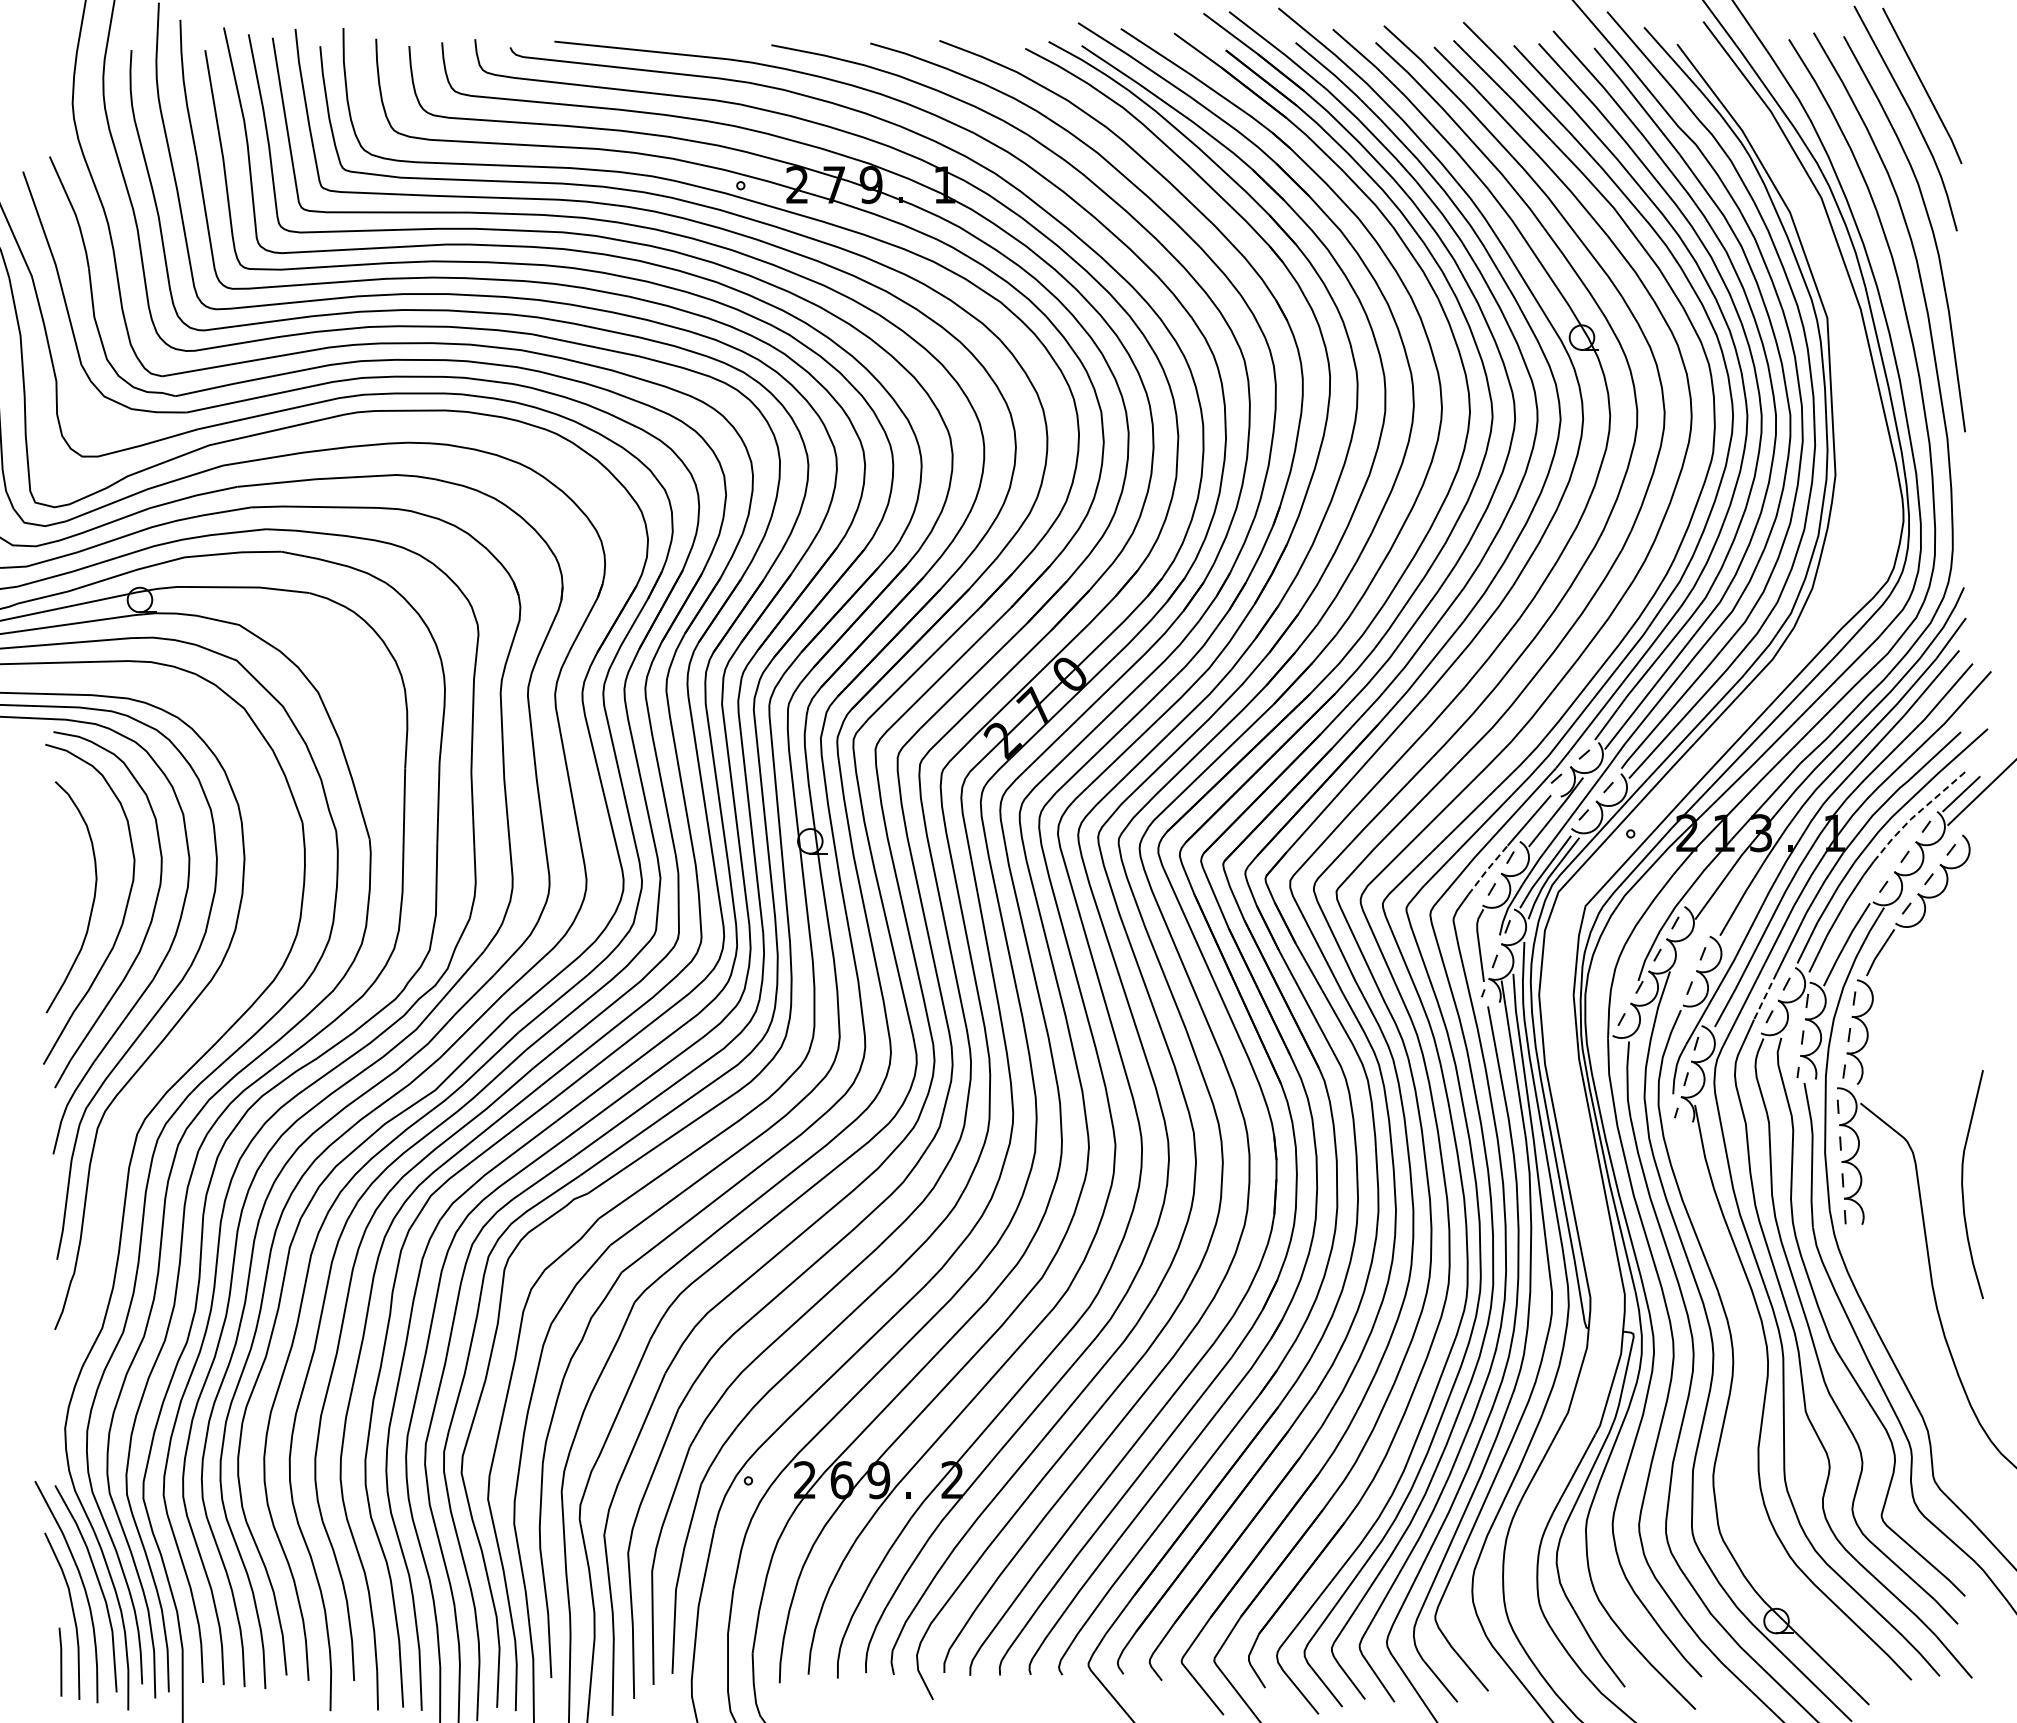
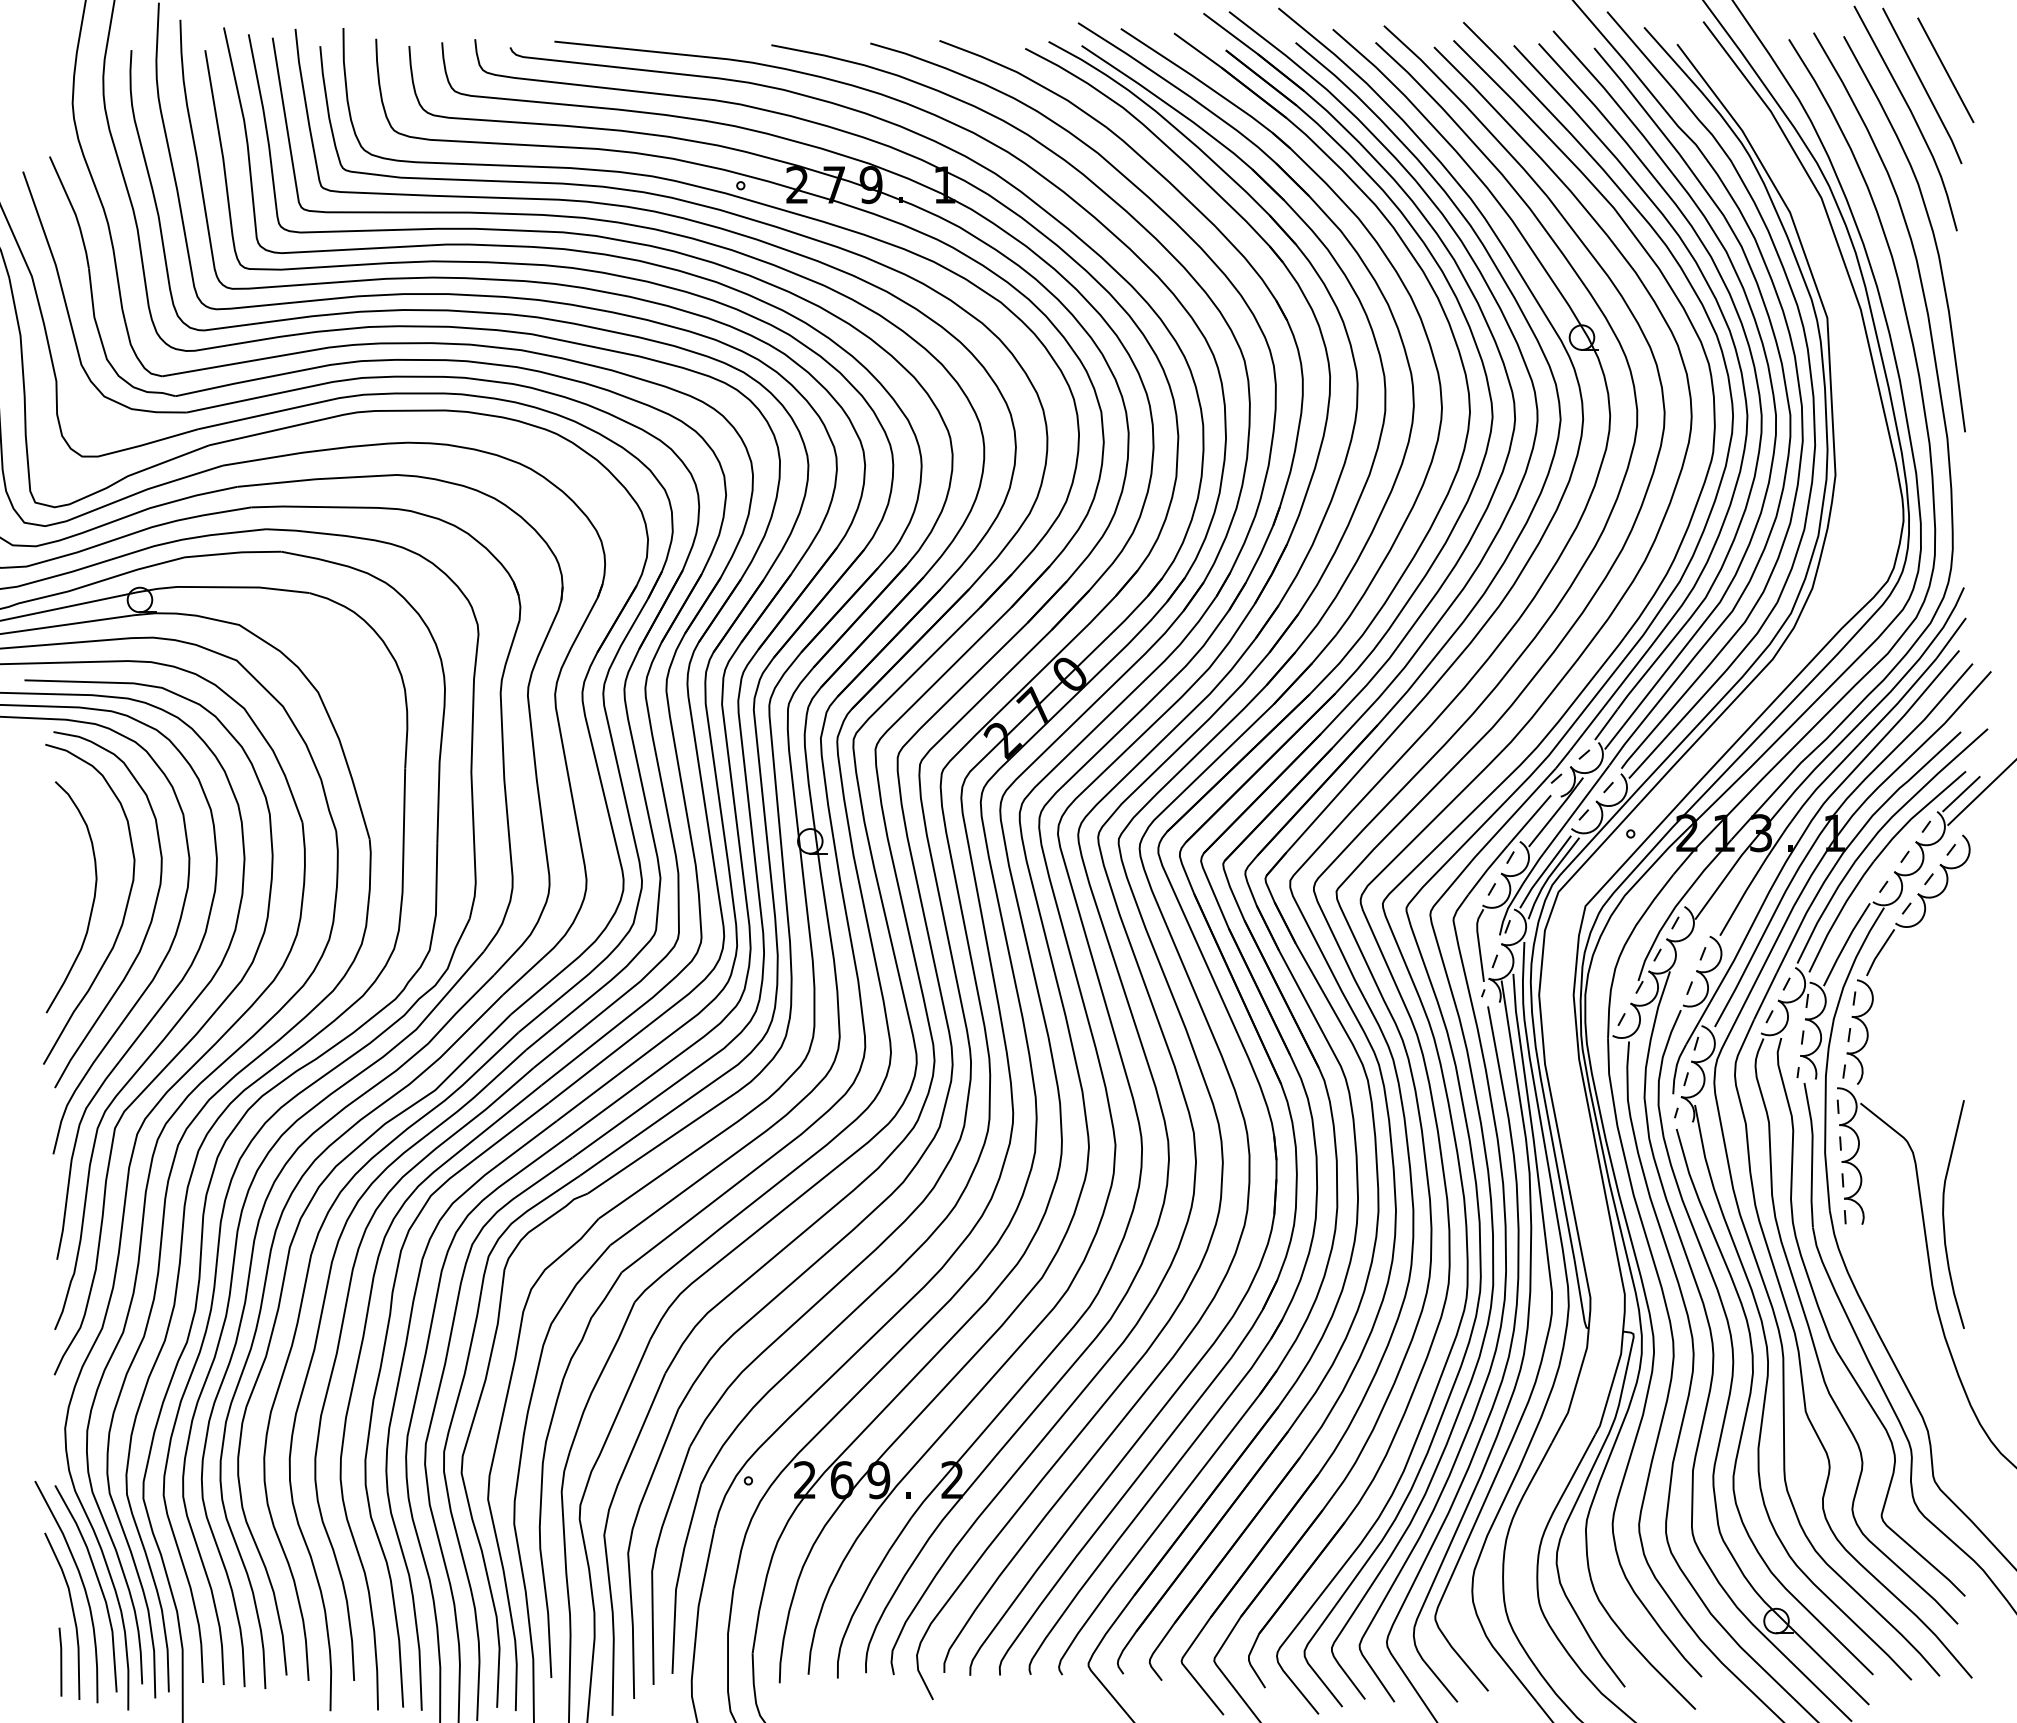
line at (1945, 70): none -> present
line at (1916, 814): dashed -> solid
line at (1487, 869): dashed -> solid
line at (1765, 996): dashed -> solid
curve at (179, 1050): none -> present
curve at (1963, 1185) position: (1963, 1185) -> (1944, 1215)
curve at (1751, 1394): none -> present
